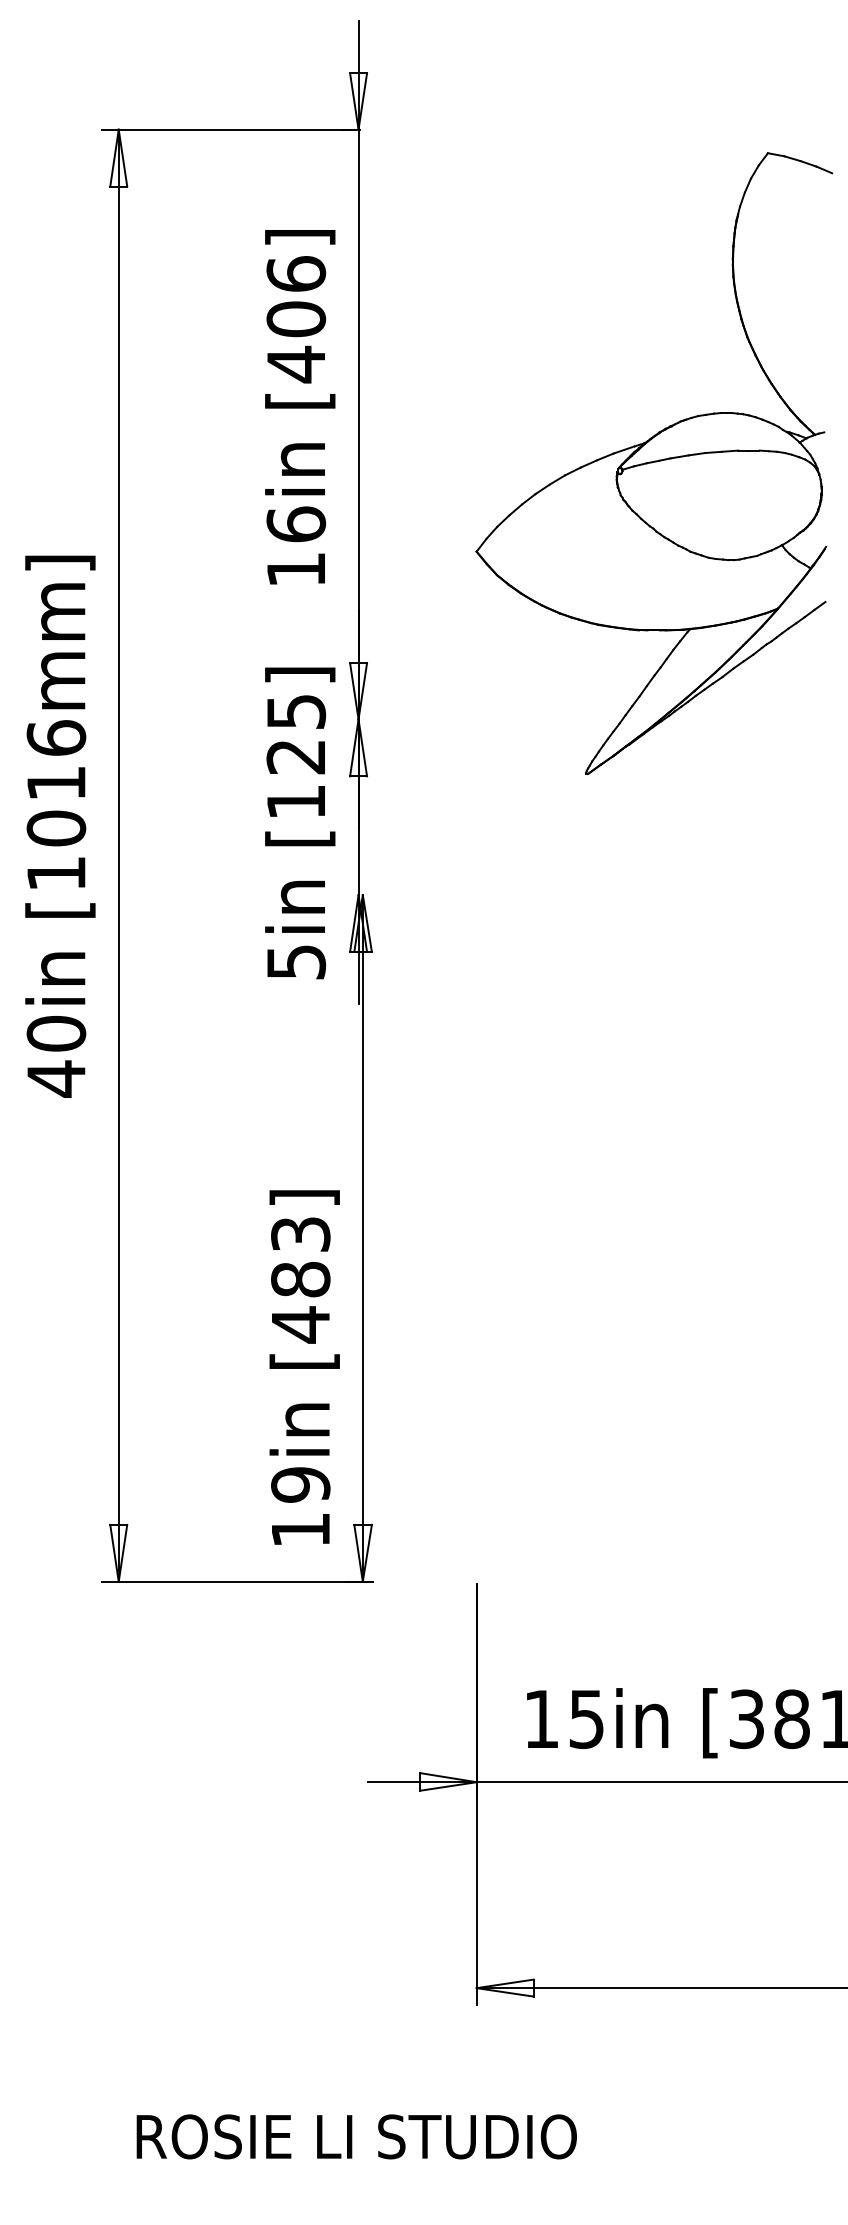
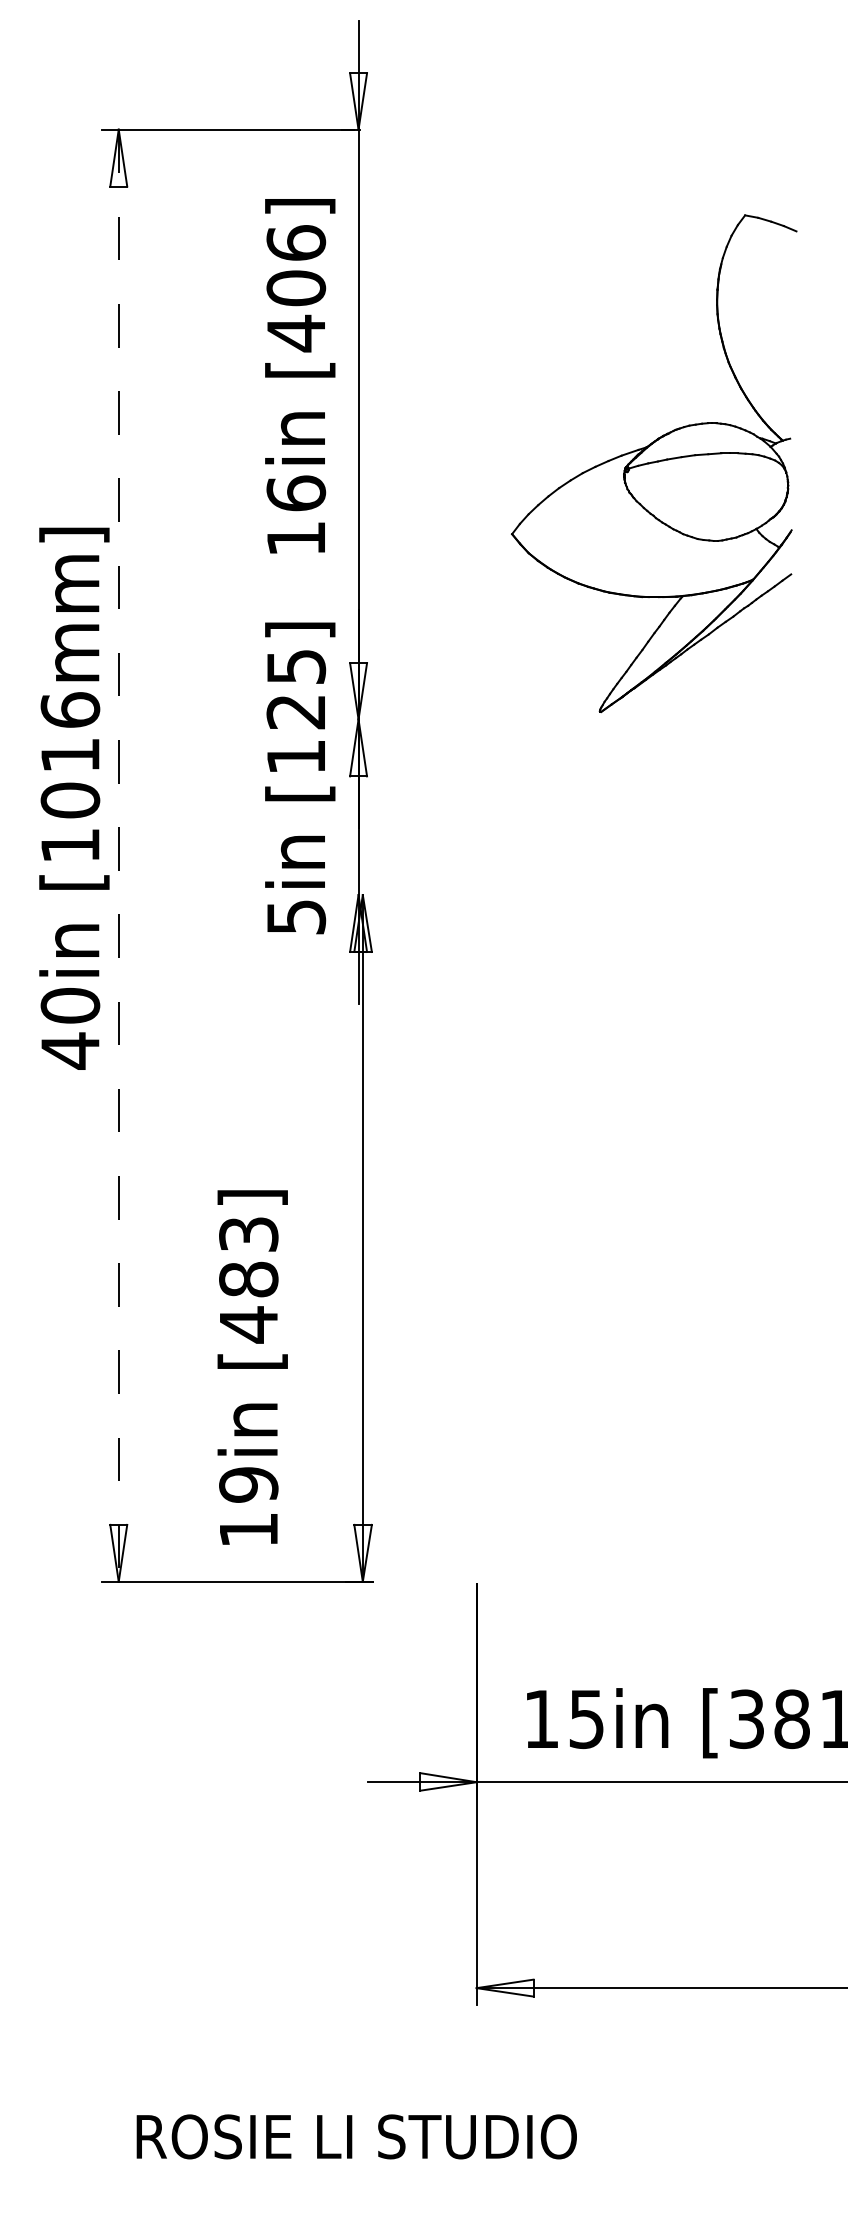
text at (300, 407) position: (300, 407) -> (300, 376)
part at (653, 463) size: 358x624 px -> 287x500 px
text at (300, 823) position: (300, 823) -> (300, 778)
text at (60, 826) position: (60, 826) -> (74, 798)
line at (118, 856): solid -> dashed
text at (304, 1367) position: (304, 1367) -> (252, 1367)
